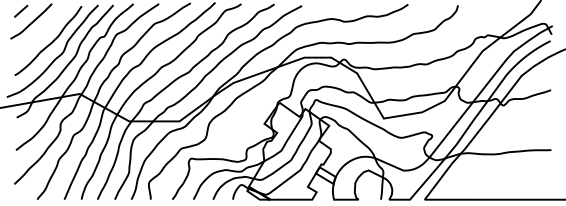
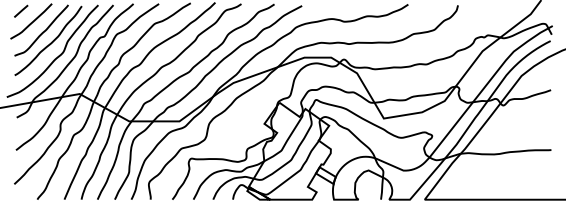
curve at (42, 31): none -> present
